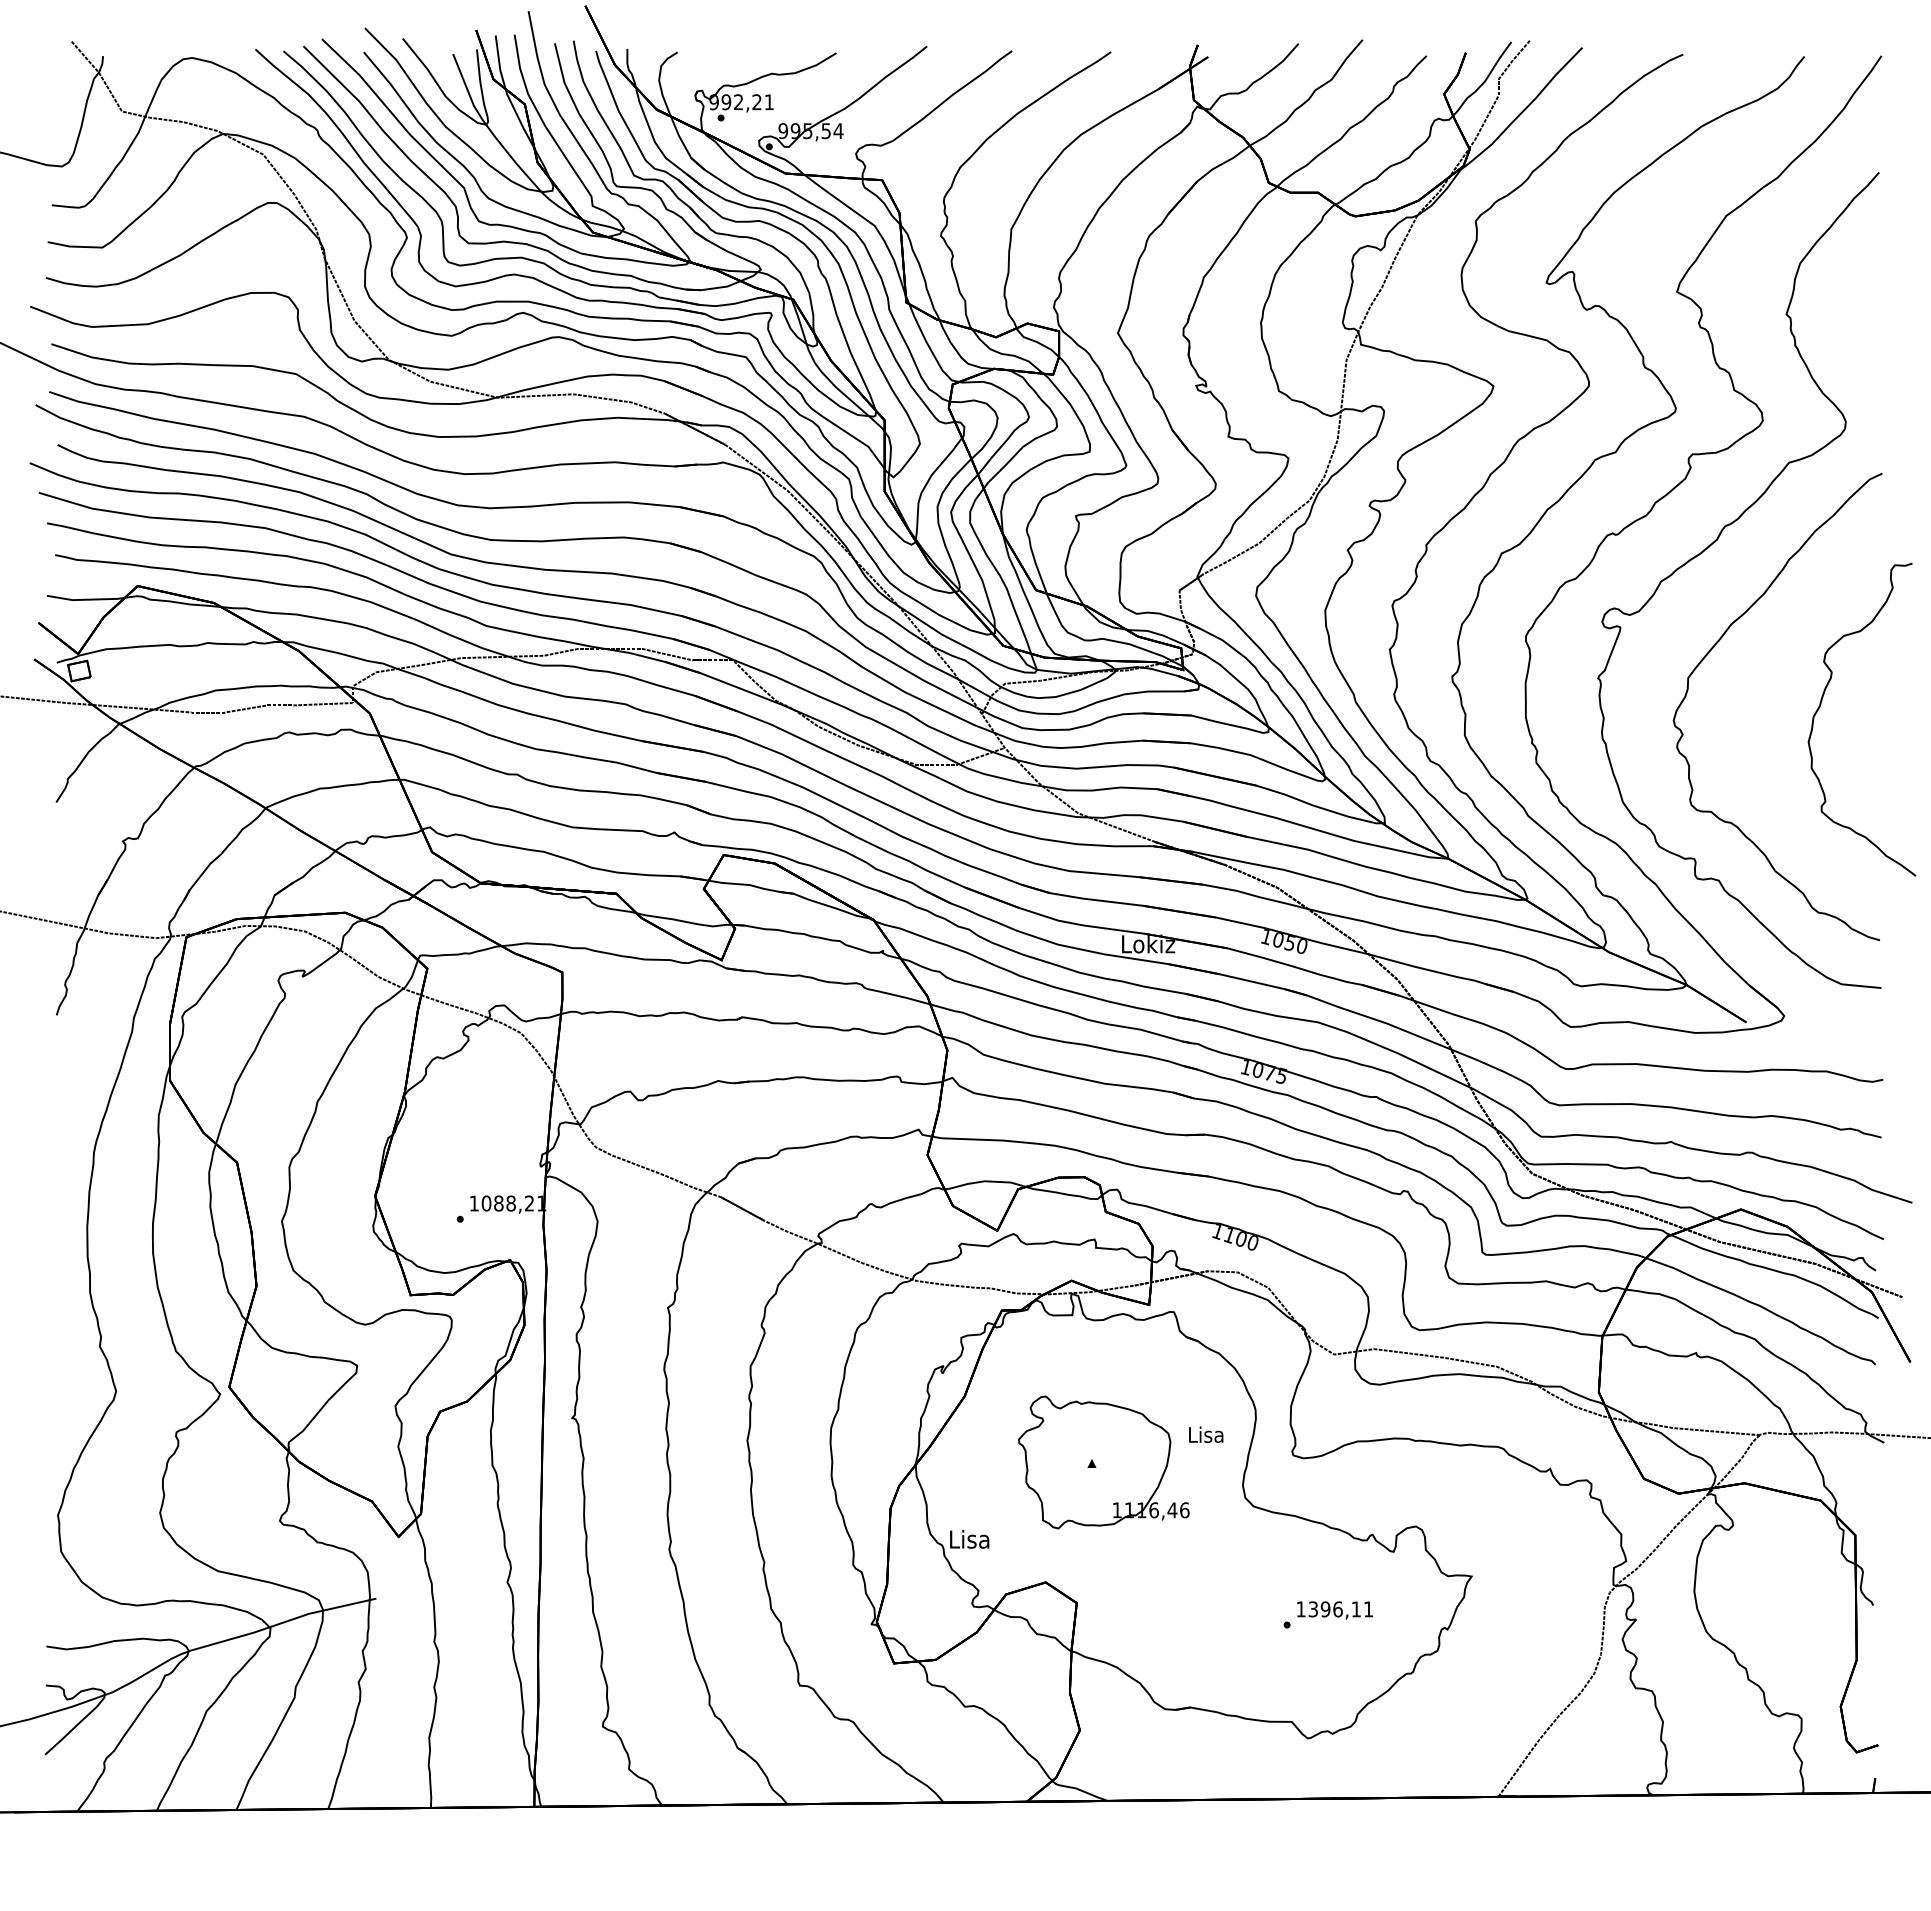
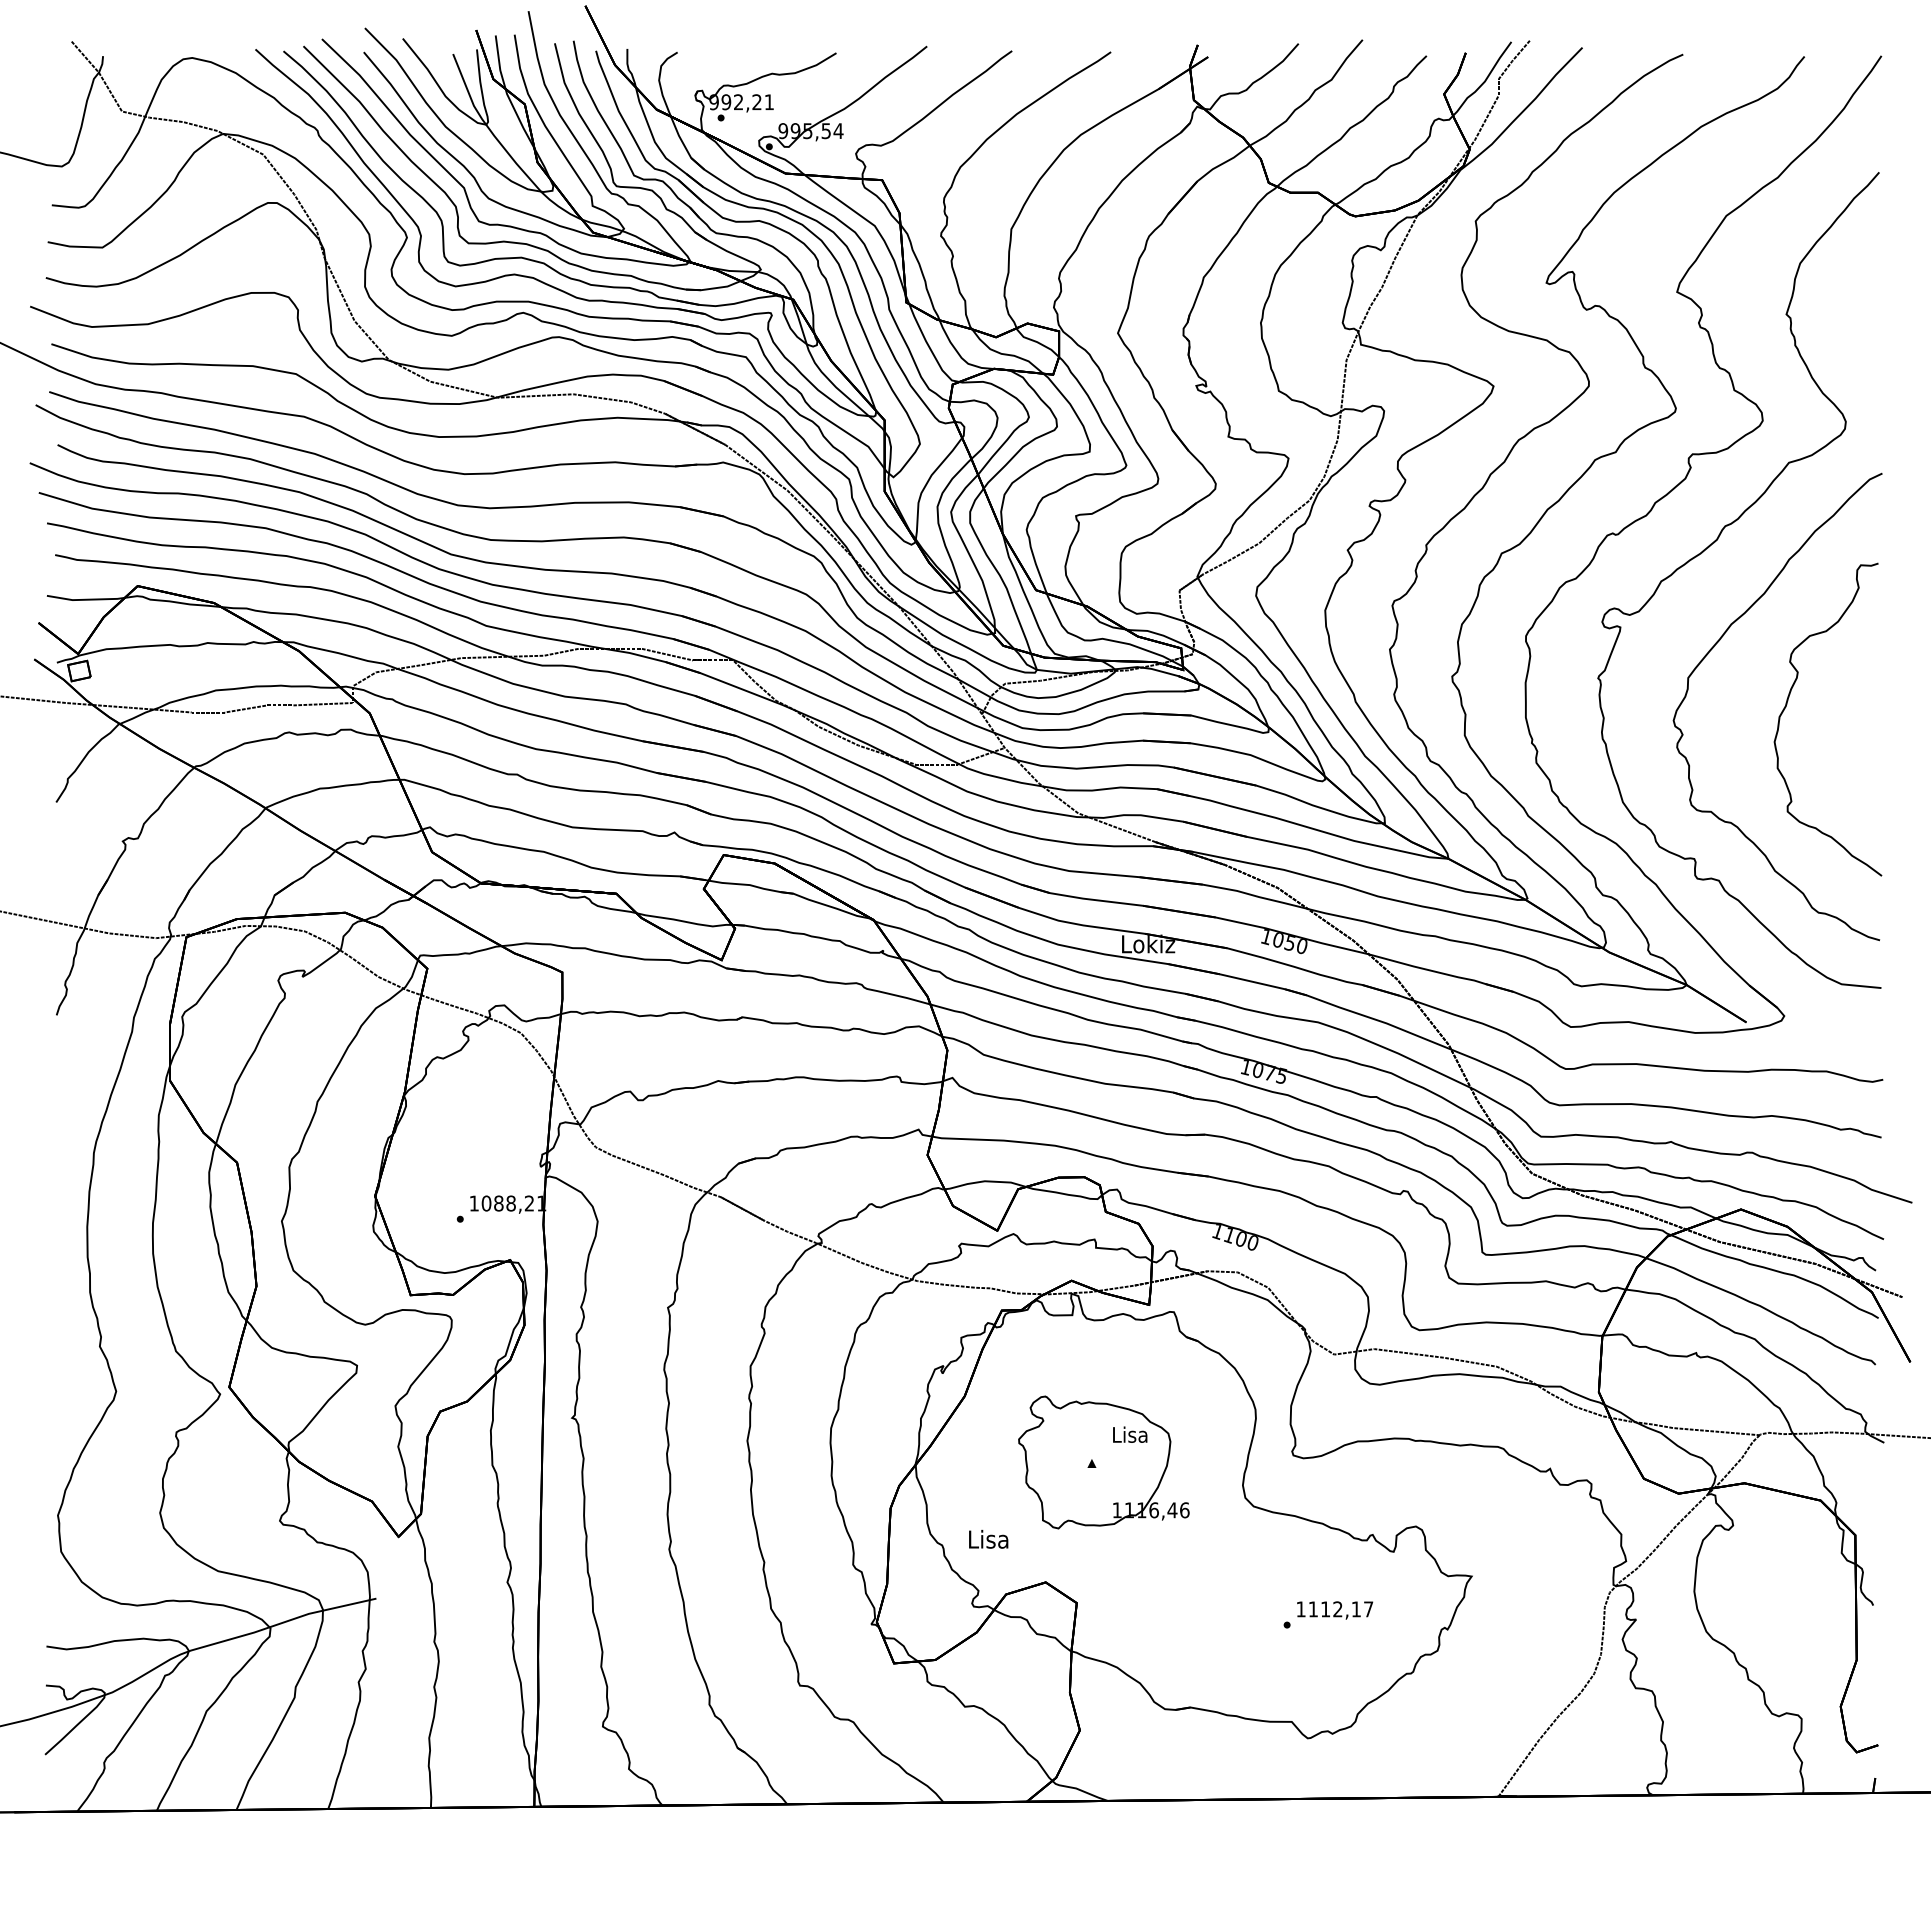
curve at (1821, 704) position: (1821, 704) -> (1787, 704)
text at (1206, 1434) position: (1206, 1434) -> (1130, 1434)
text at (969, 1539) position: (969, 1539) -> (988, 1539)
text at (1340, 1609): 1396,11 -> 1112,17
